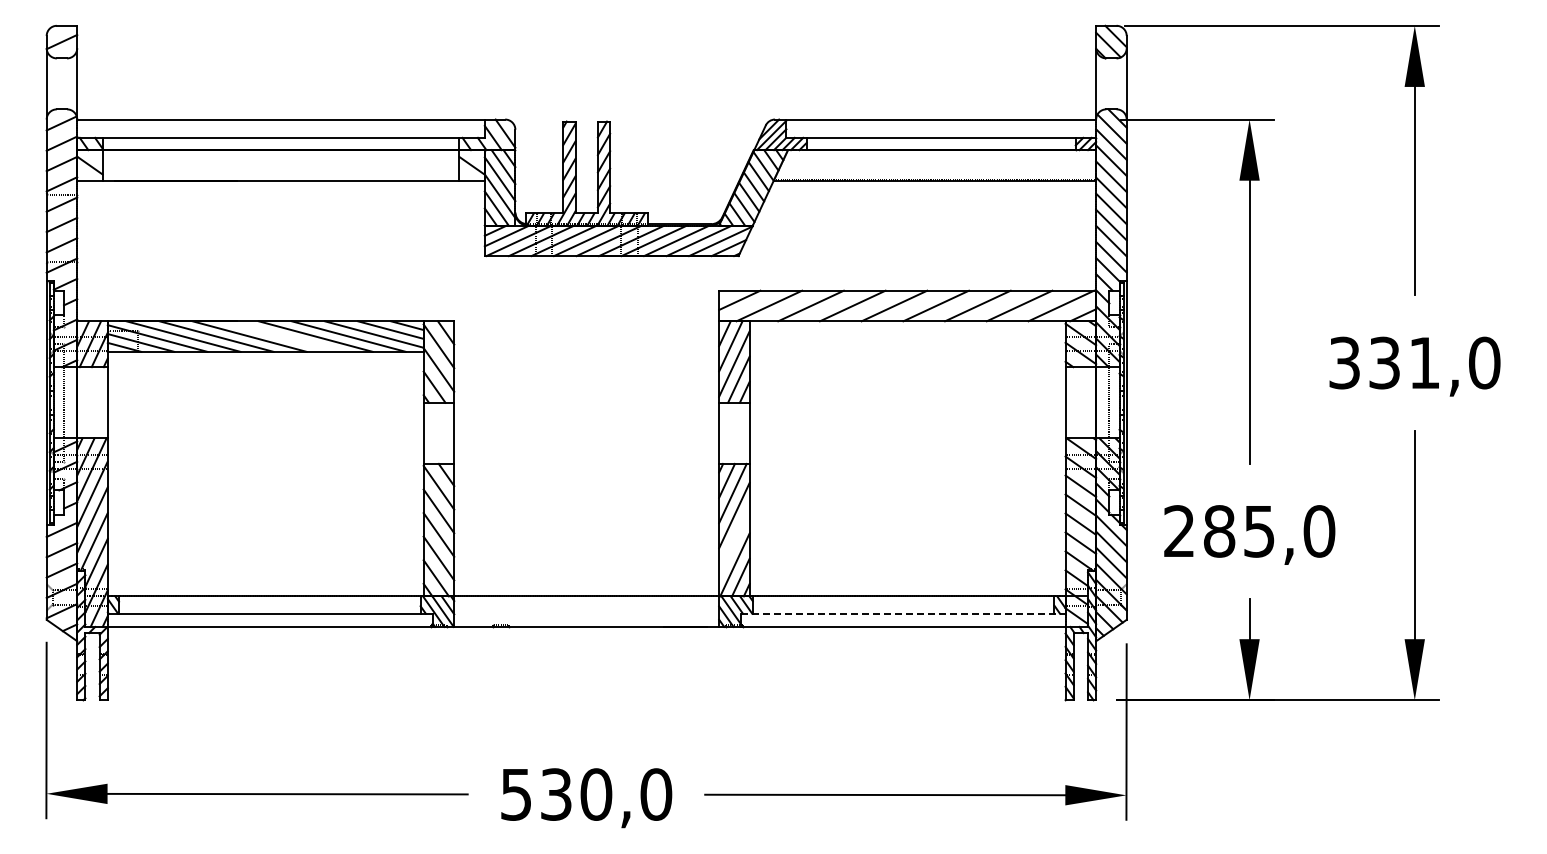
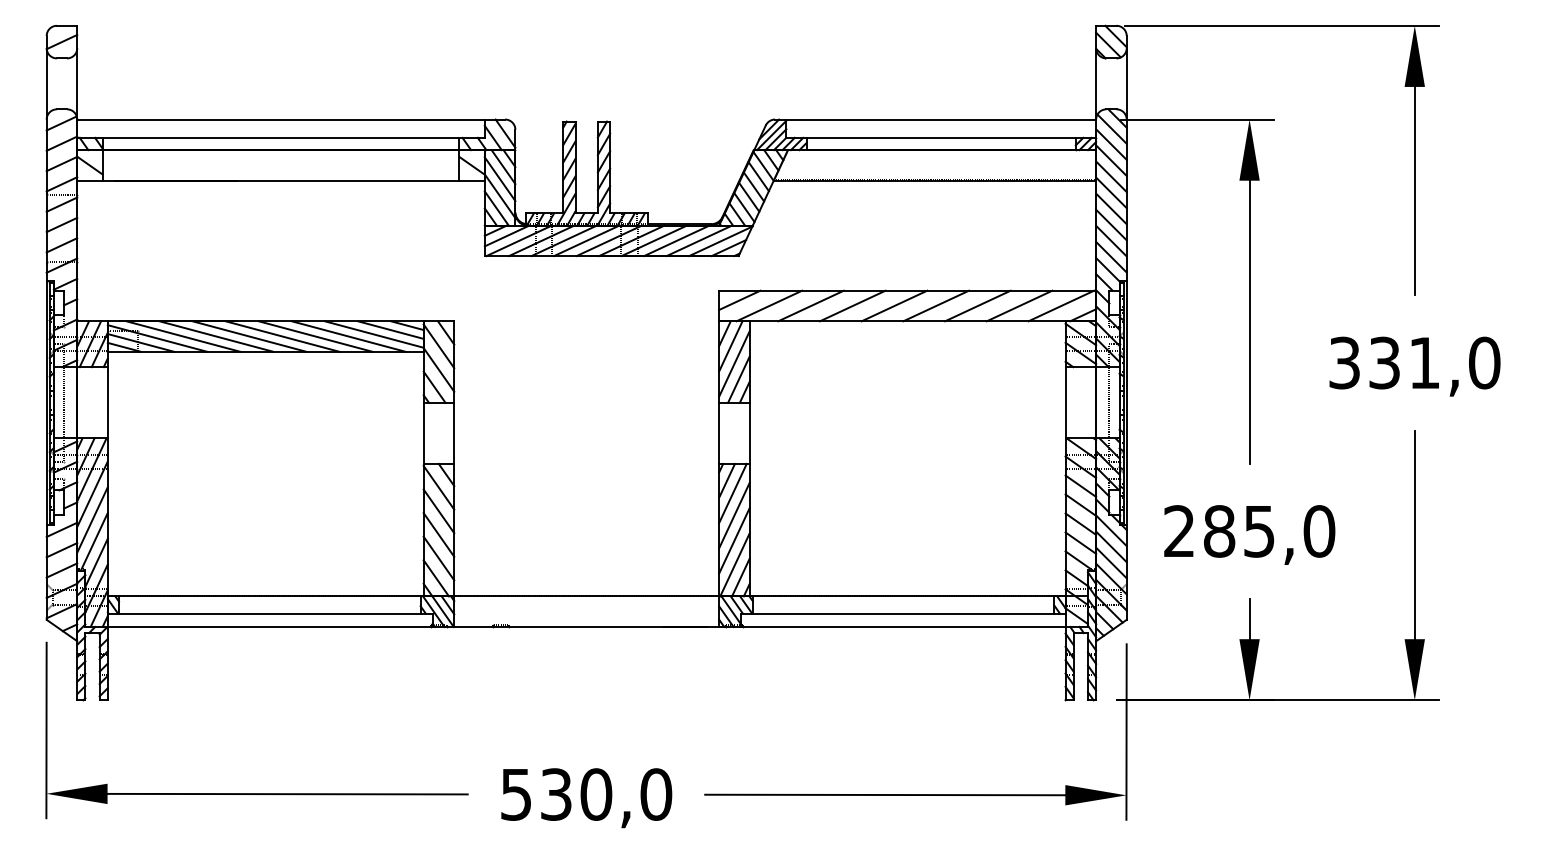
line at (282, 336): none -> present
line at (734, 540): none -> present
line at (903, 613): dashed -> solid
